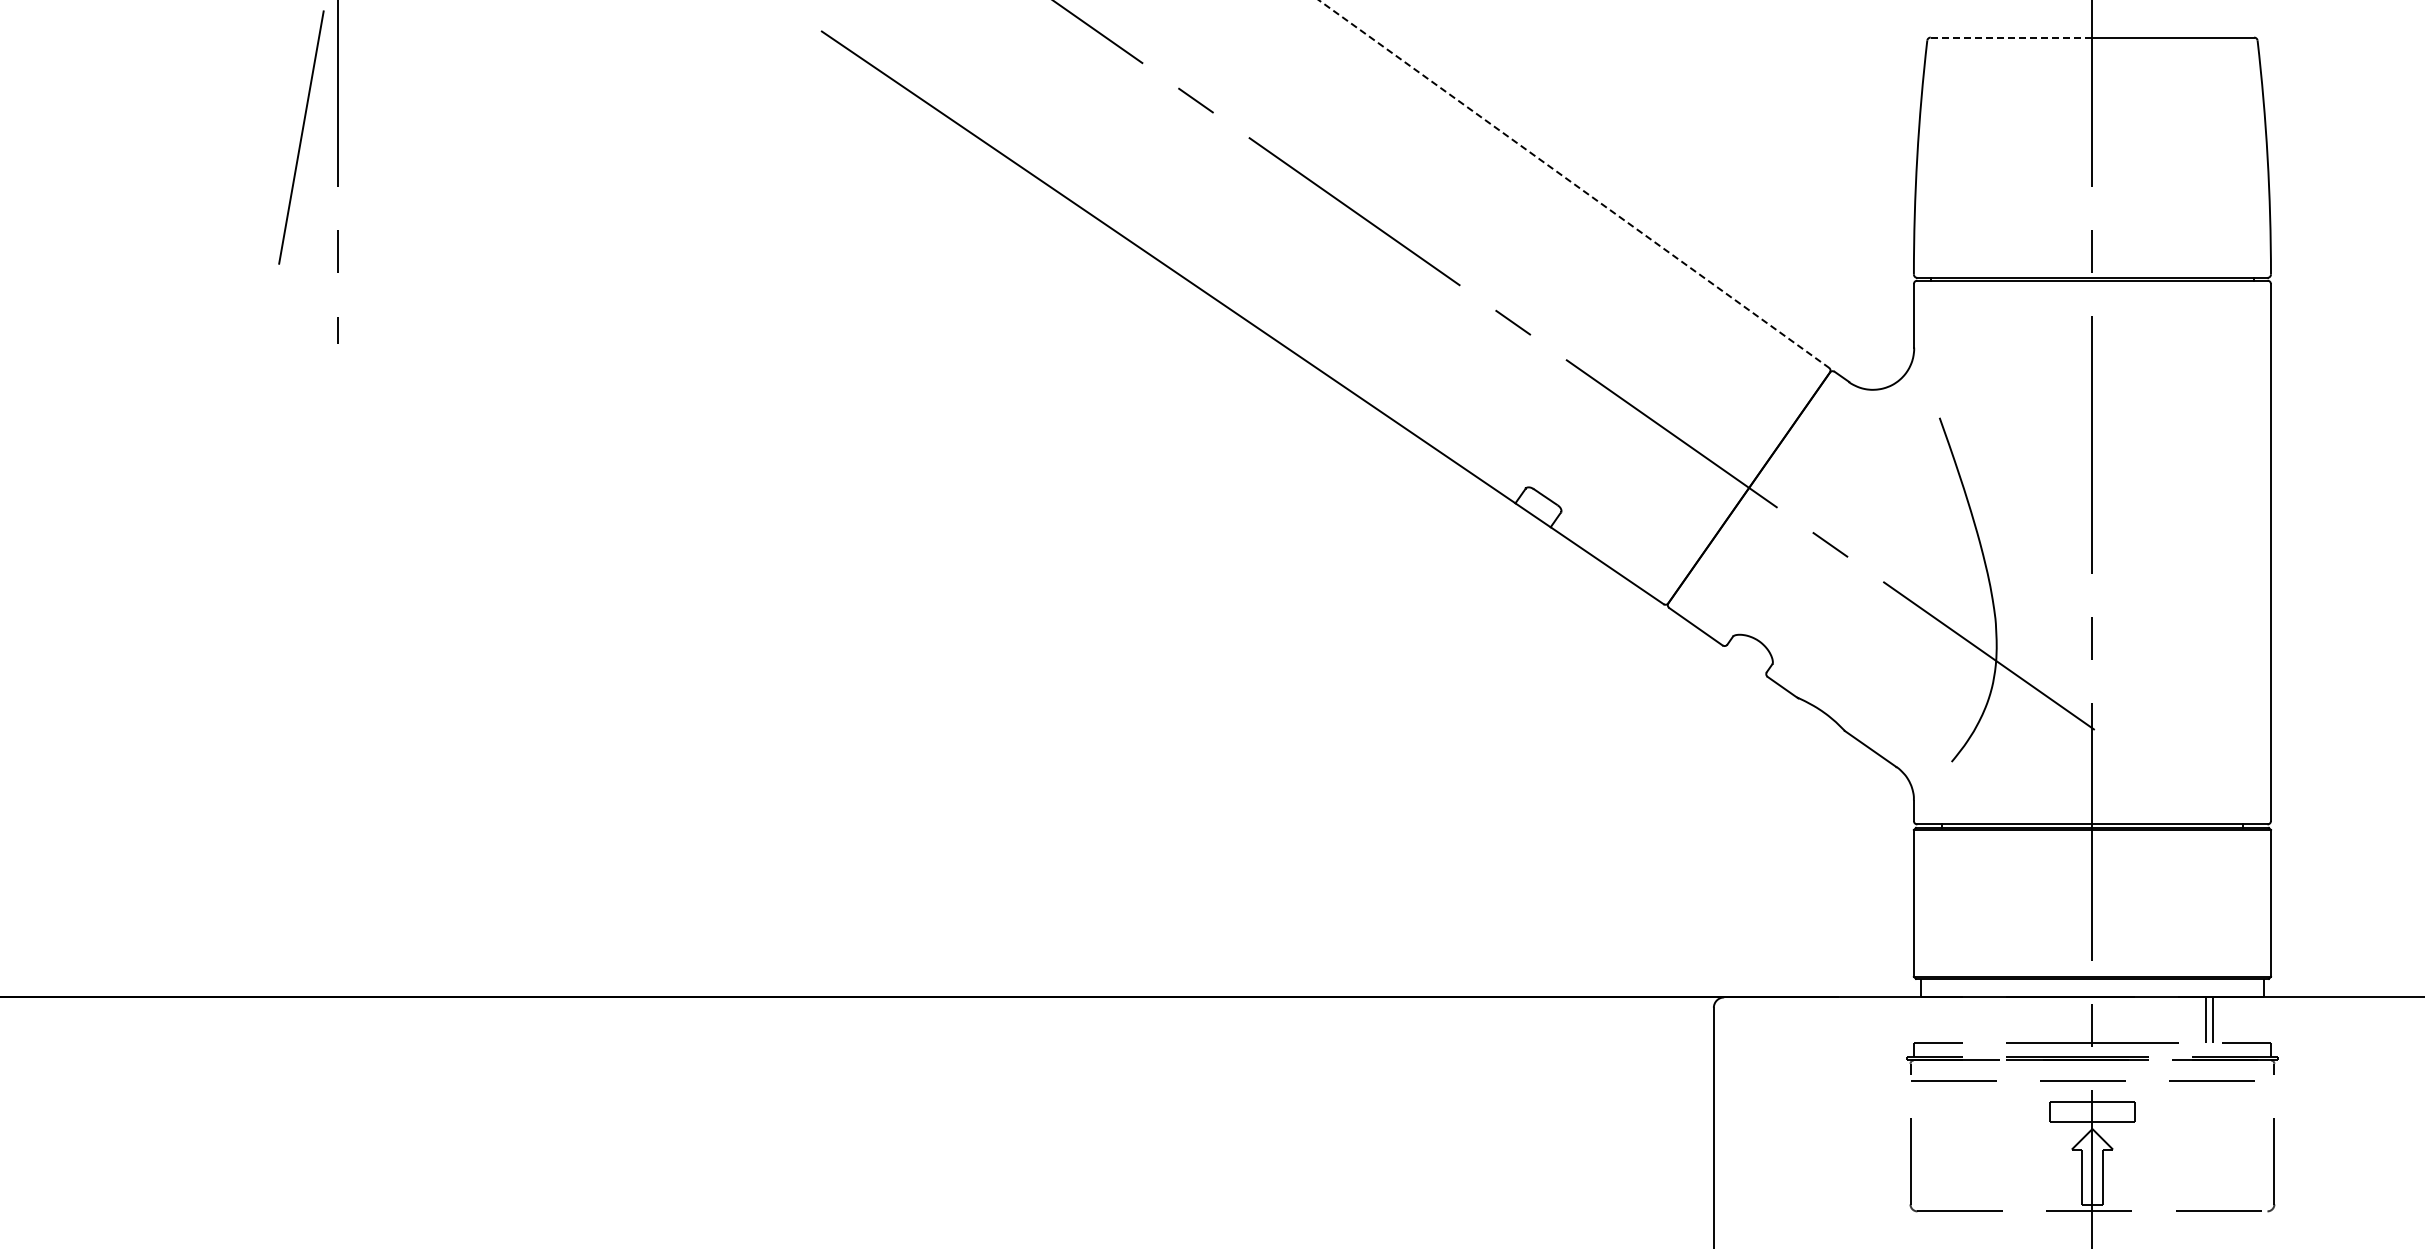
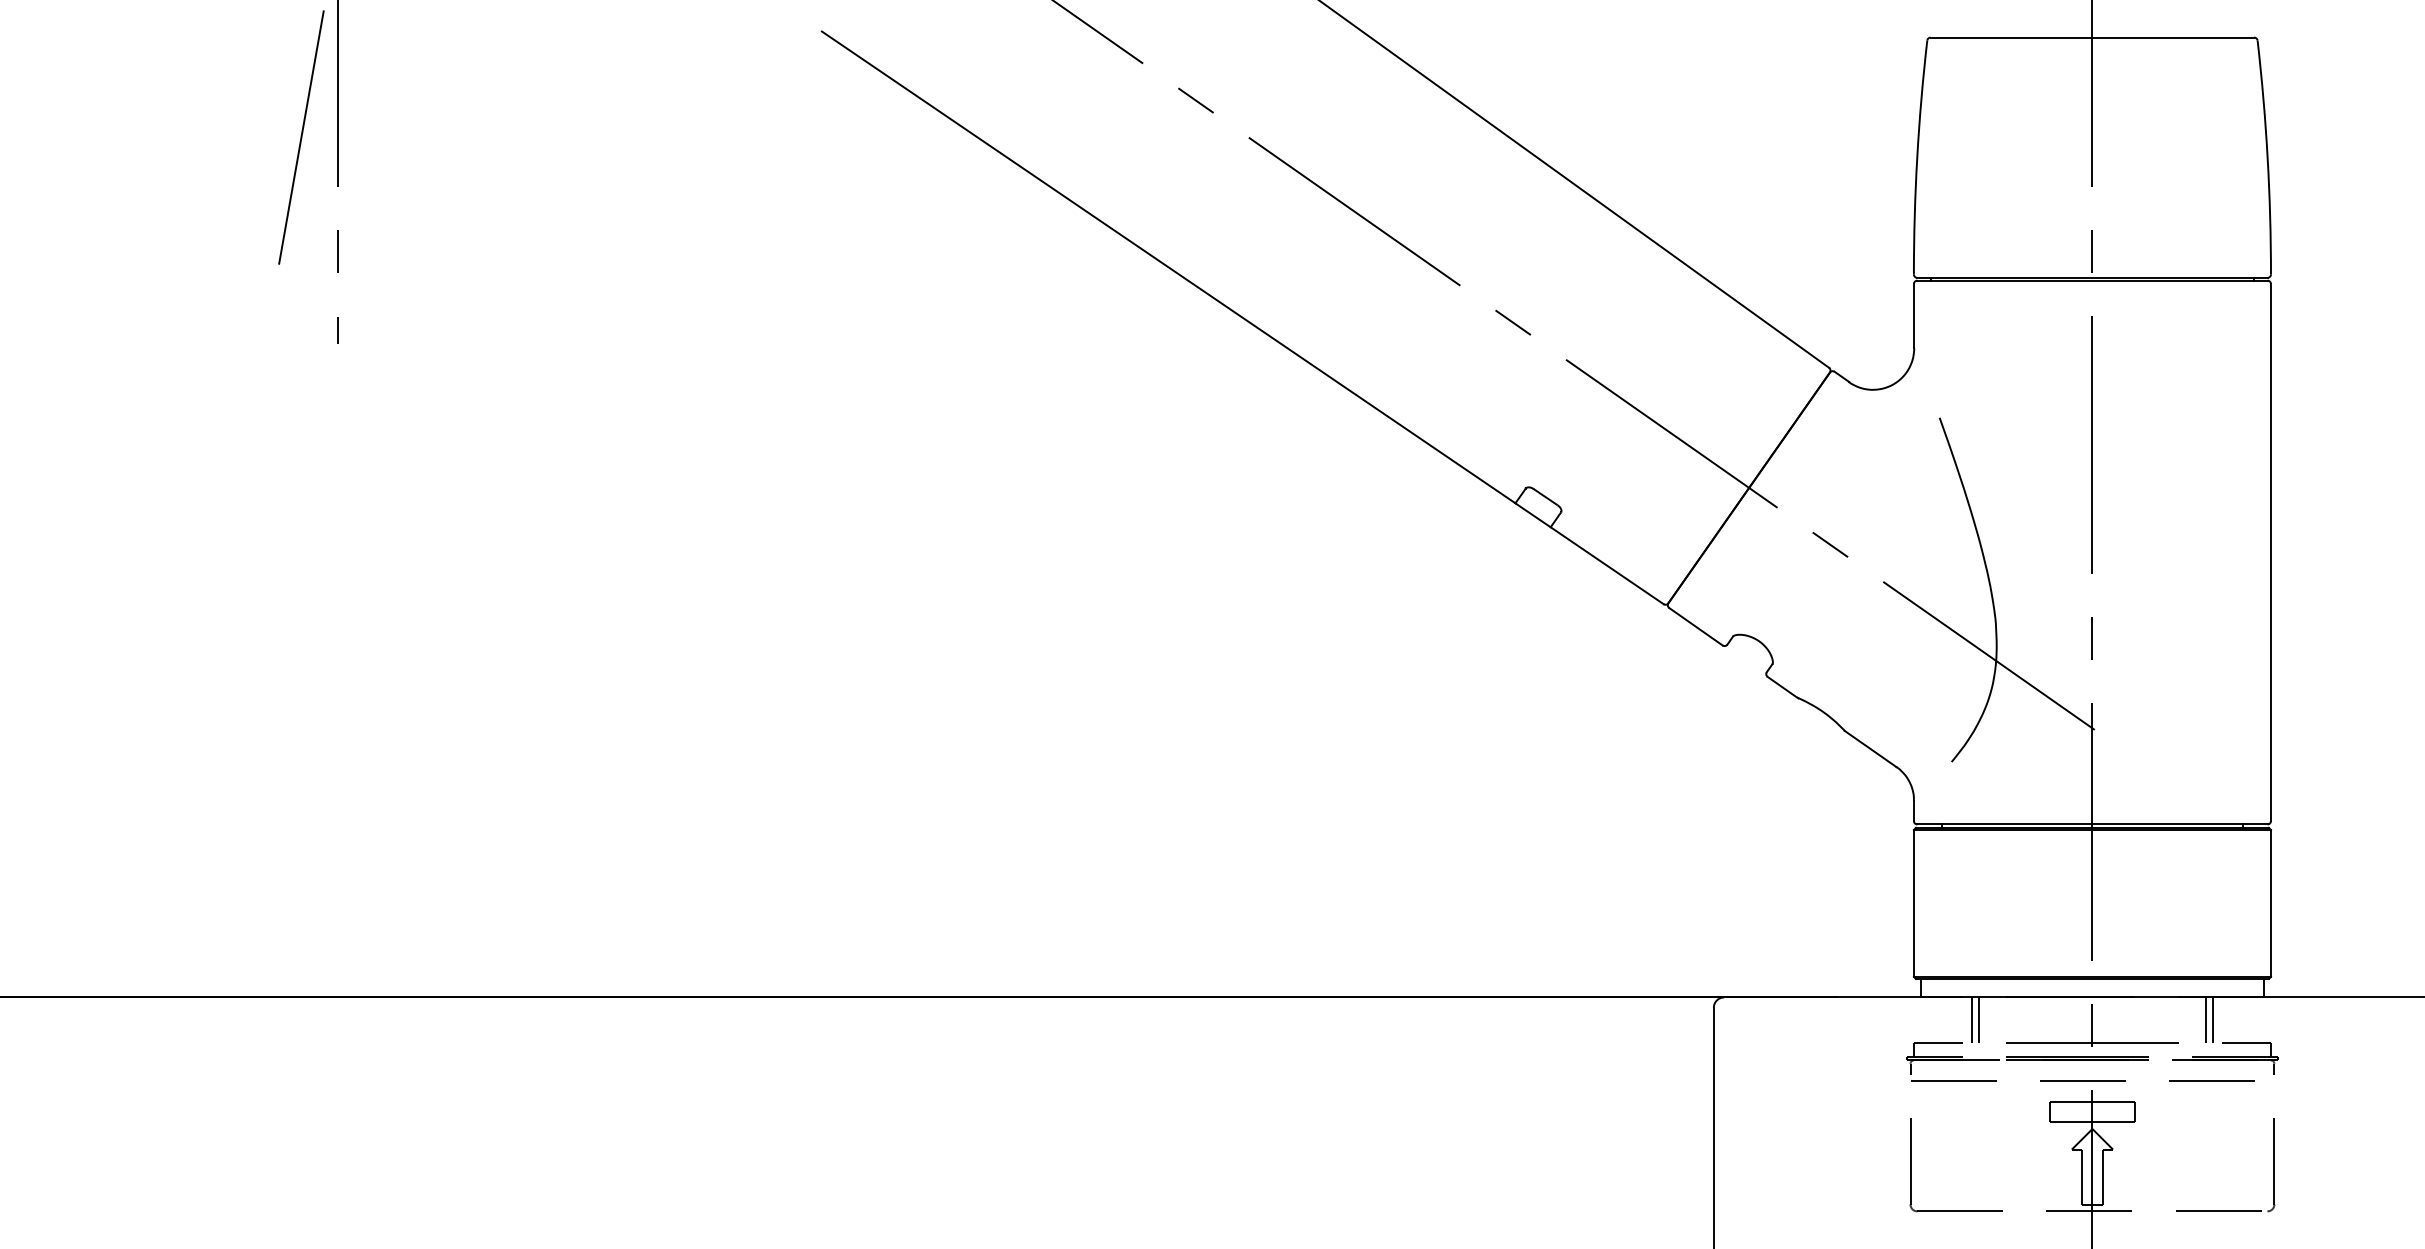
line at (2011, 37): dashed -> solid
line at (1574, 184): dashed -> solid
line at (1972, 1020): none -> present
line at (1979, 1020): none -> present
